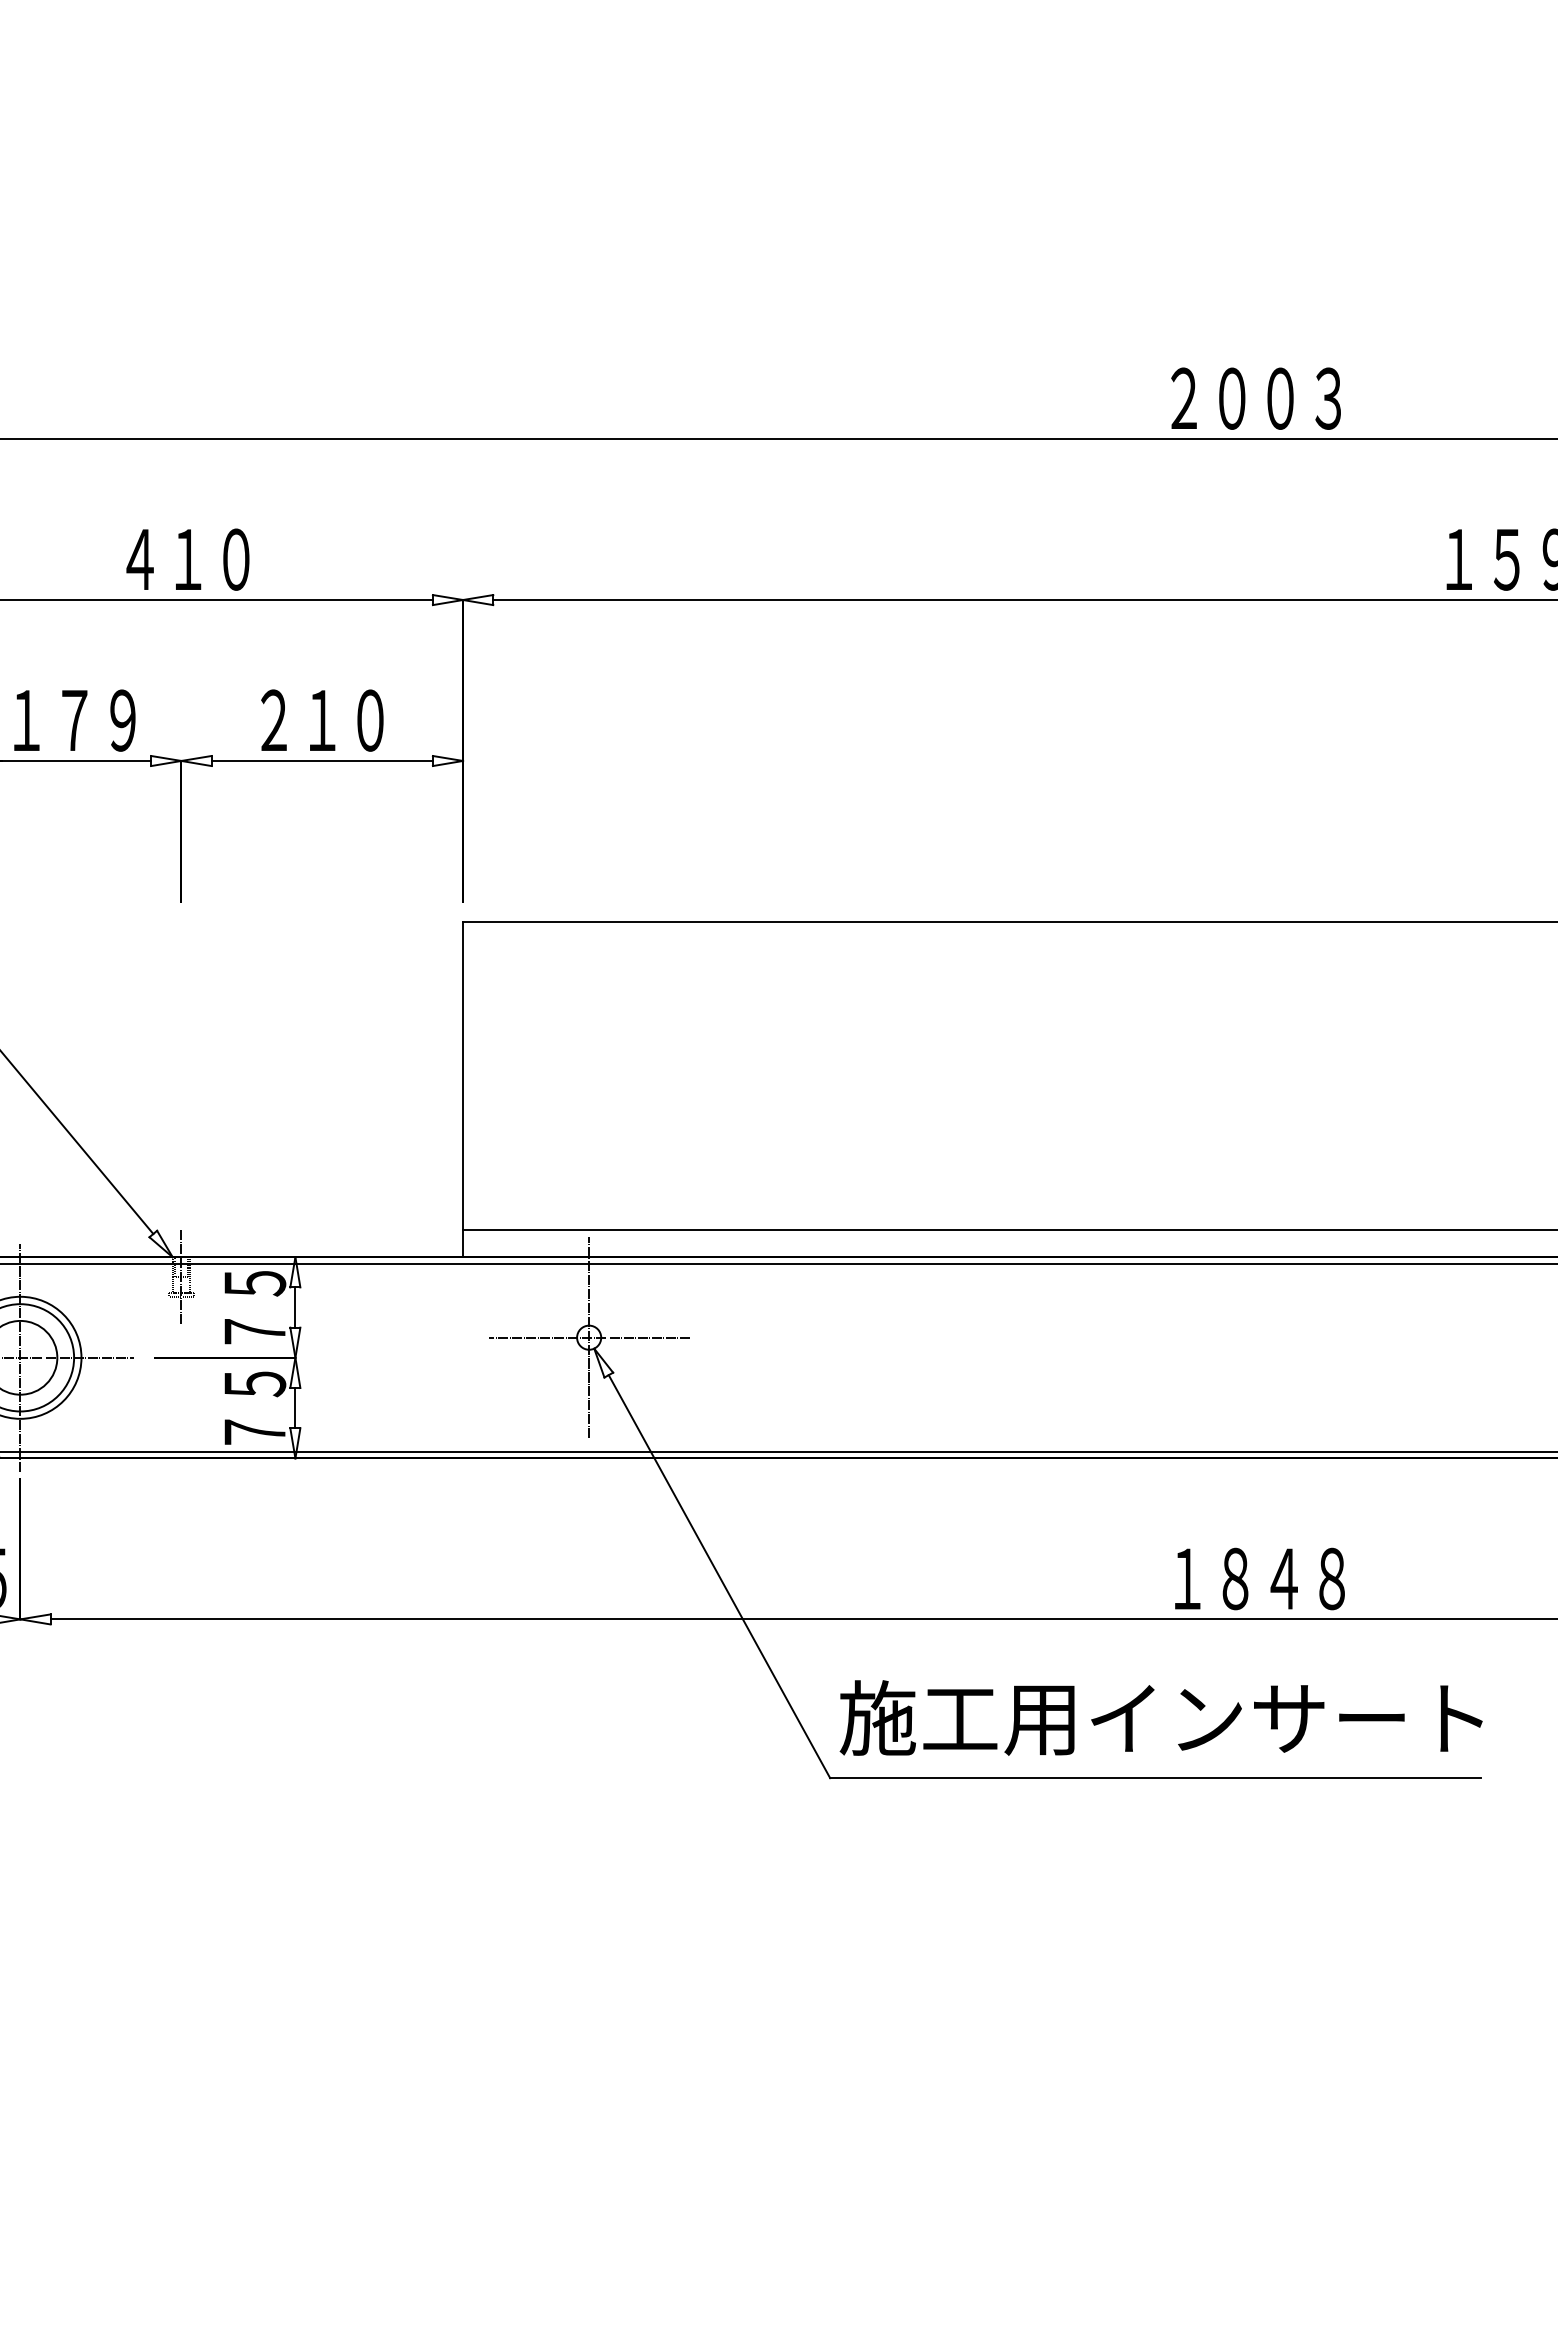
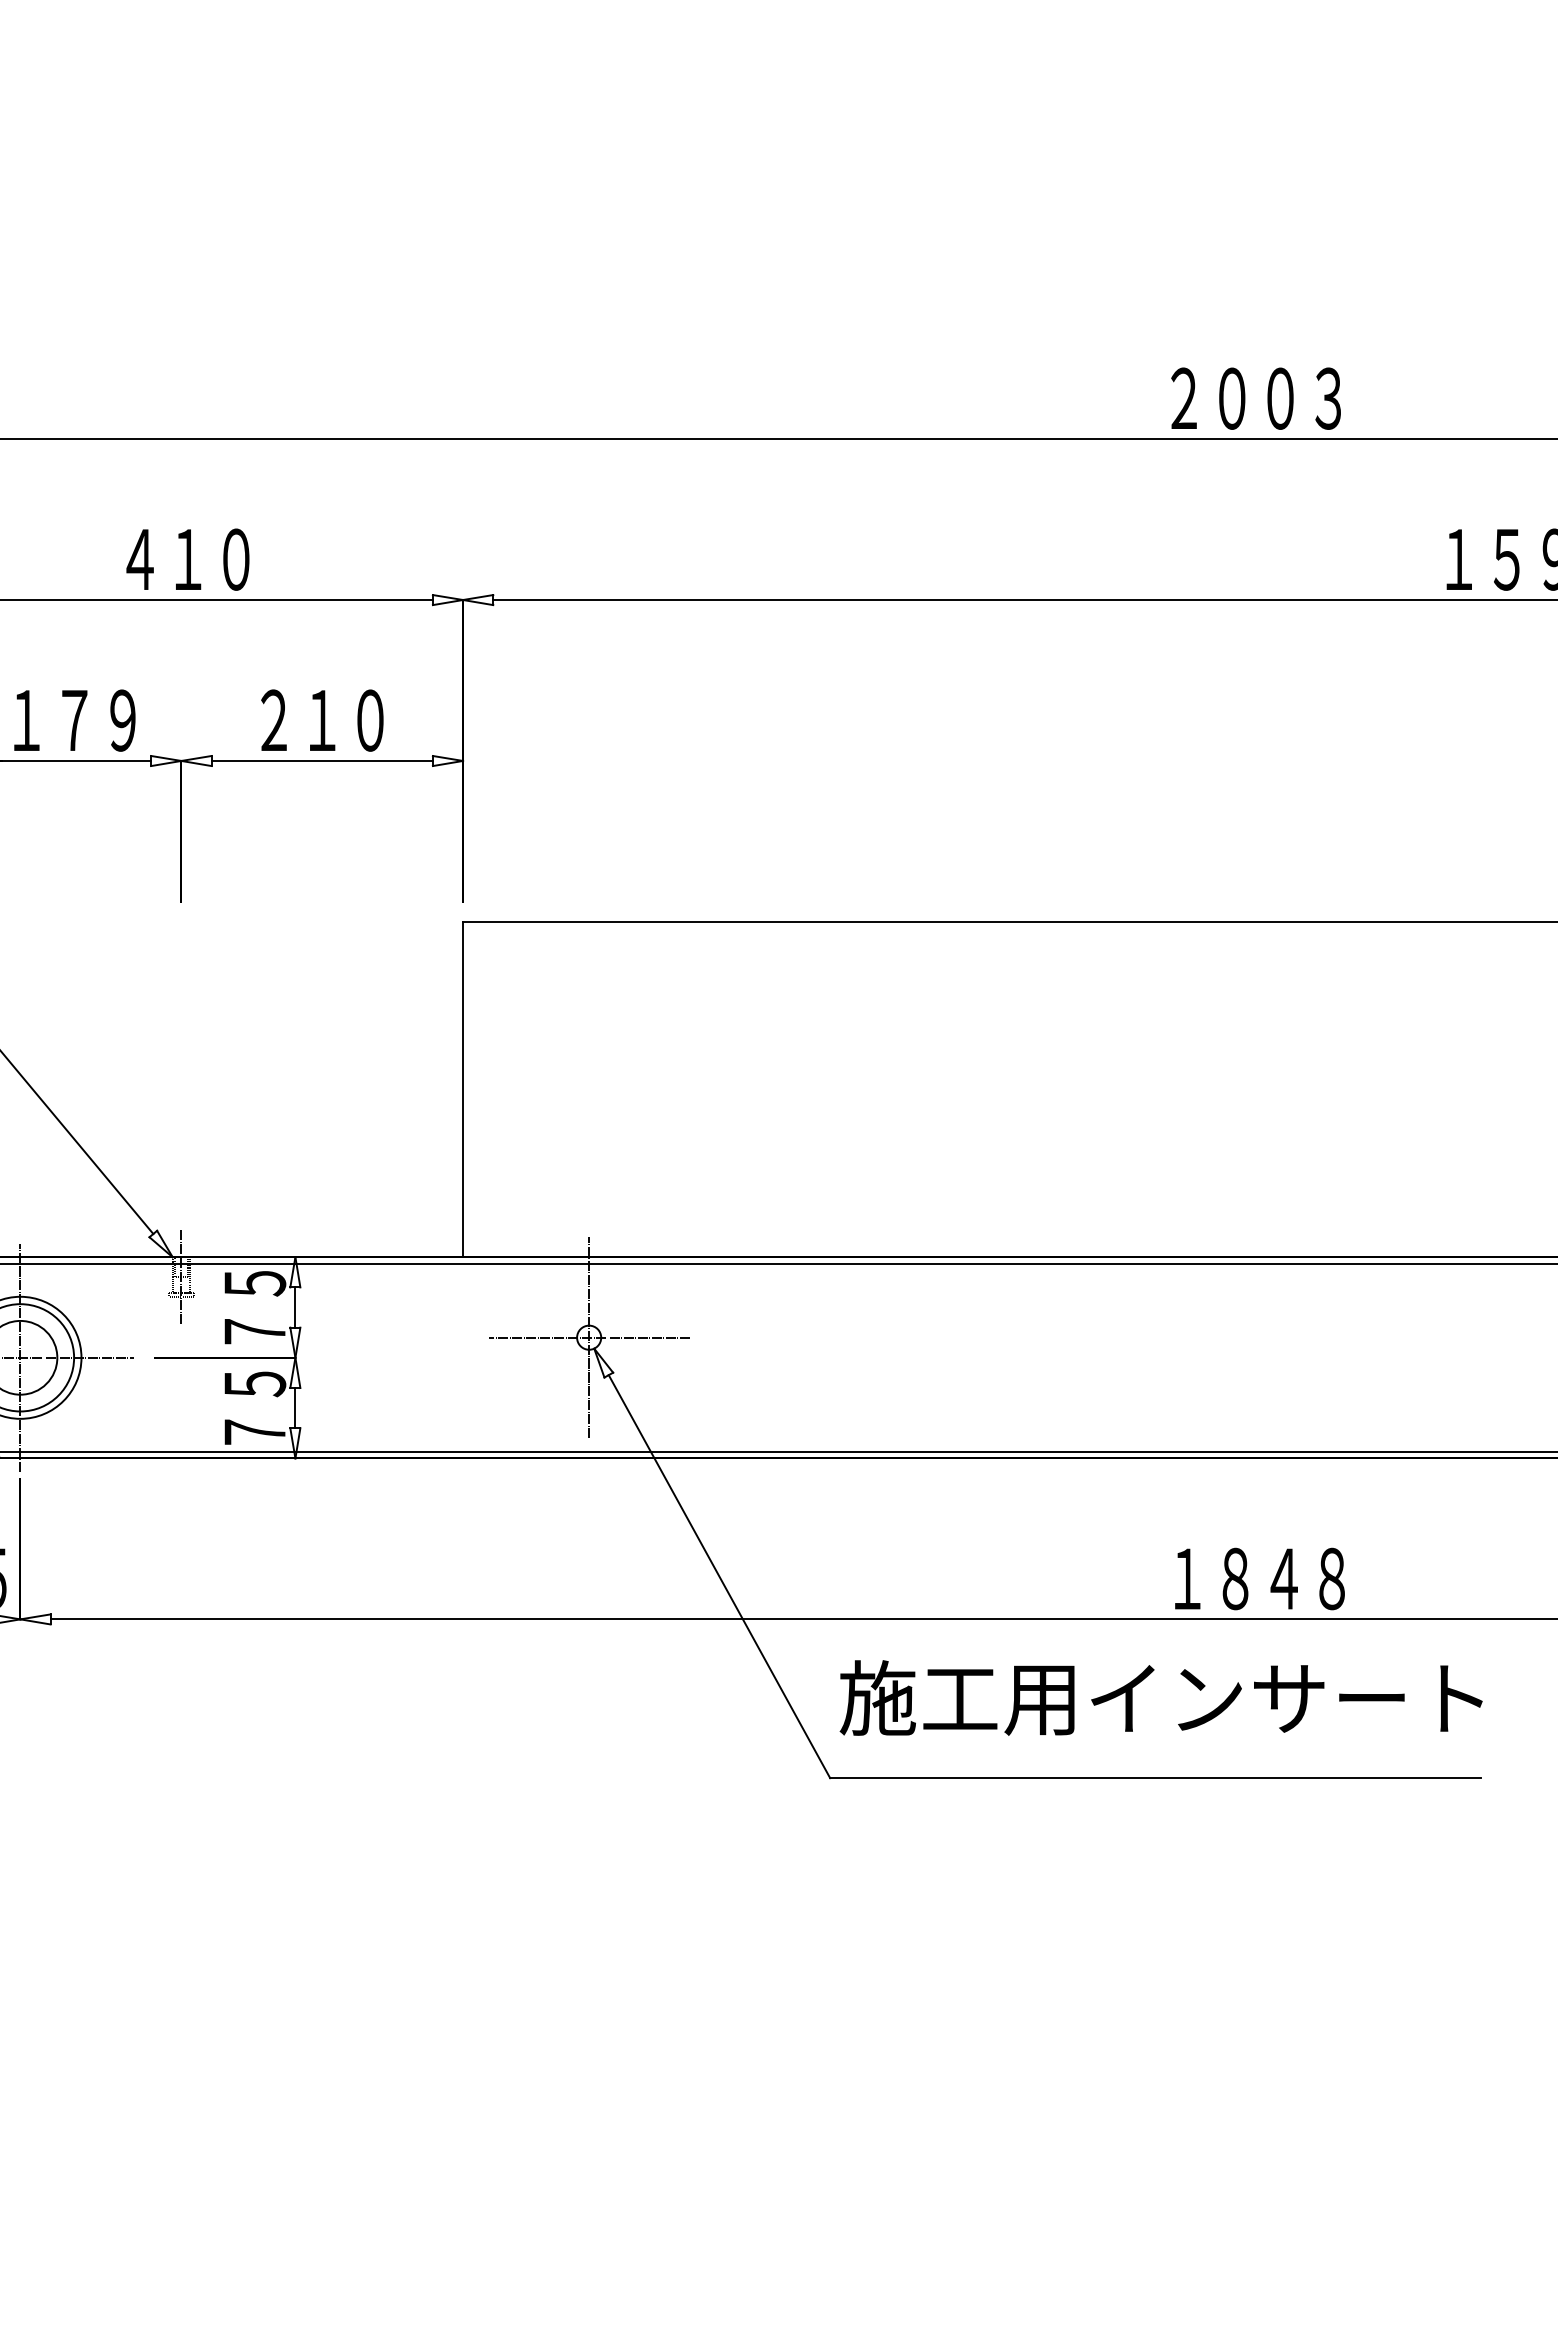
line at (1008, 1230): present -> none
text at (1160, 1717) position: (1160, 1717) -> (1160, 1697)
